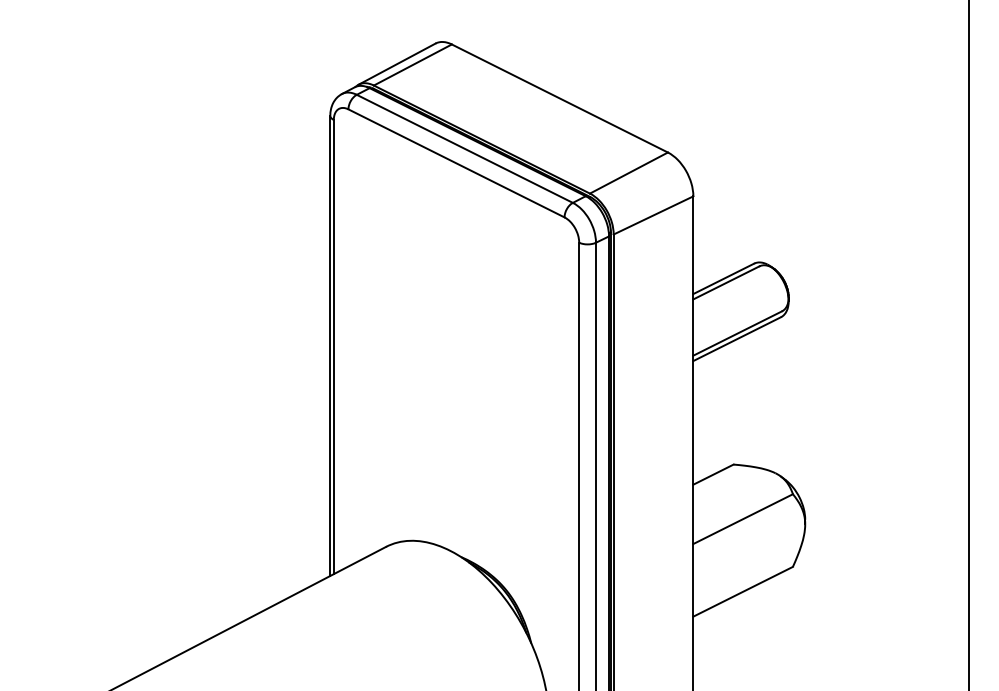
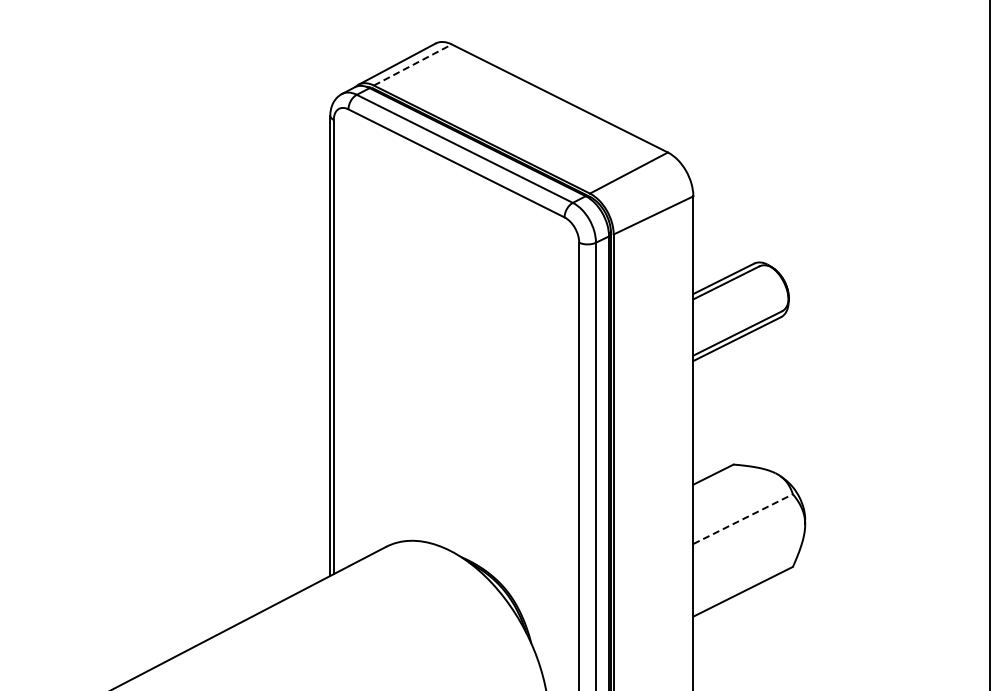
line at (413, 64): solid -> dashed
line at (969, 344) position: (969, 344) -> (990, 344)
line at (743, 519): solid -> dashed
